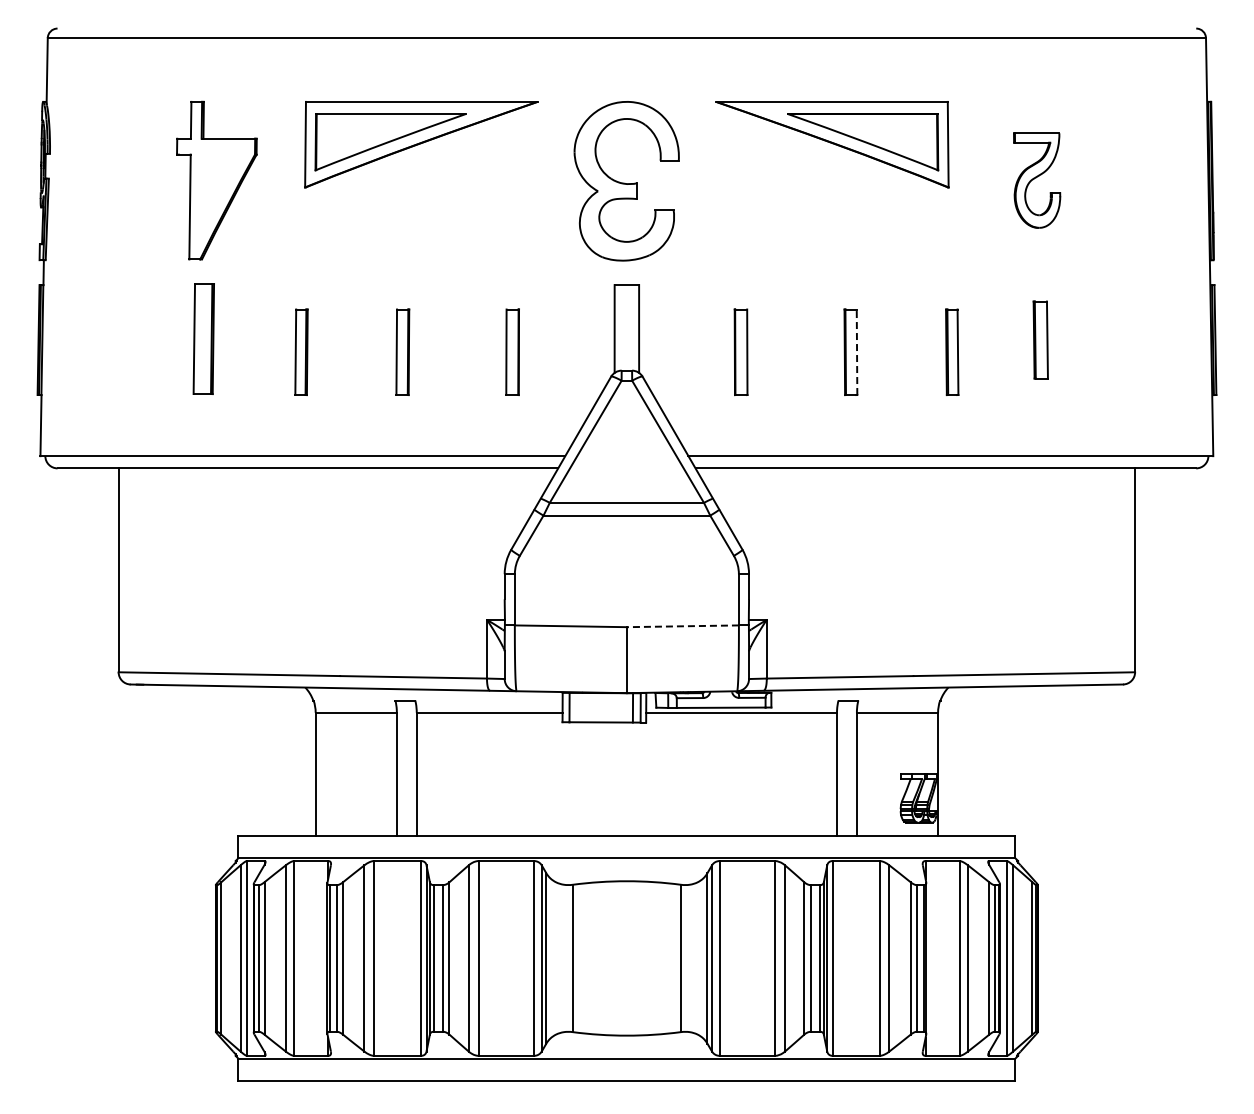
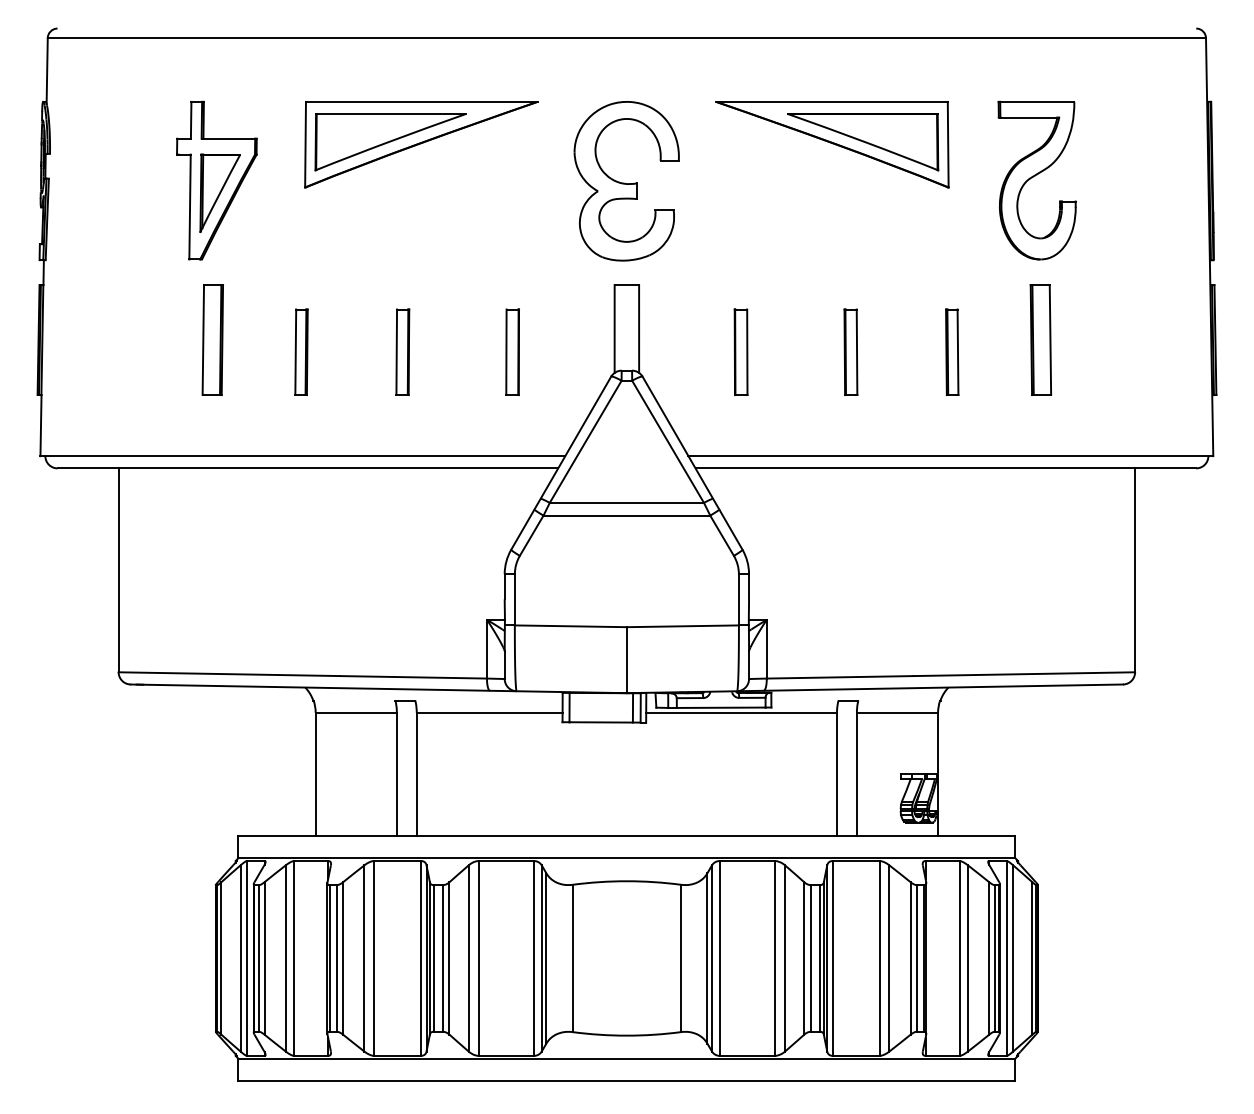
part at (1037, 180) size: 49x97 px -> 80x161 px
part at (219, 192): none -> present
part at (203, 338) position: (203, 338) -> (212, 339)
part at (1040, 339) size: 17x80 px -> 23x112 px
line at (857, 352): dashed -> solid
line at (682, 626): dashed -> solid
